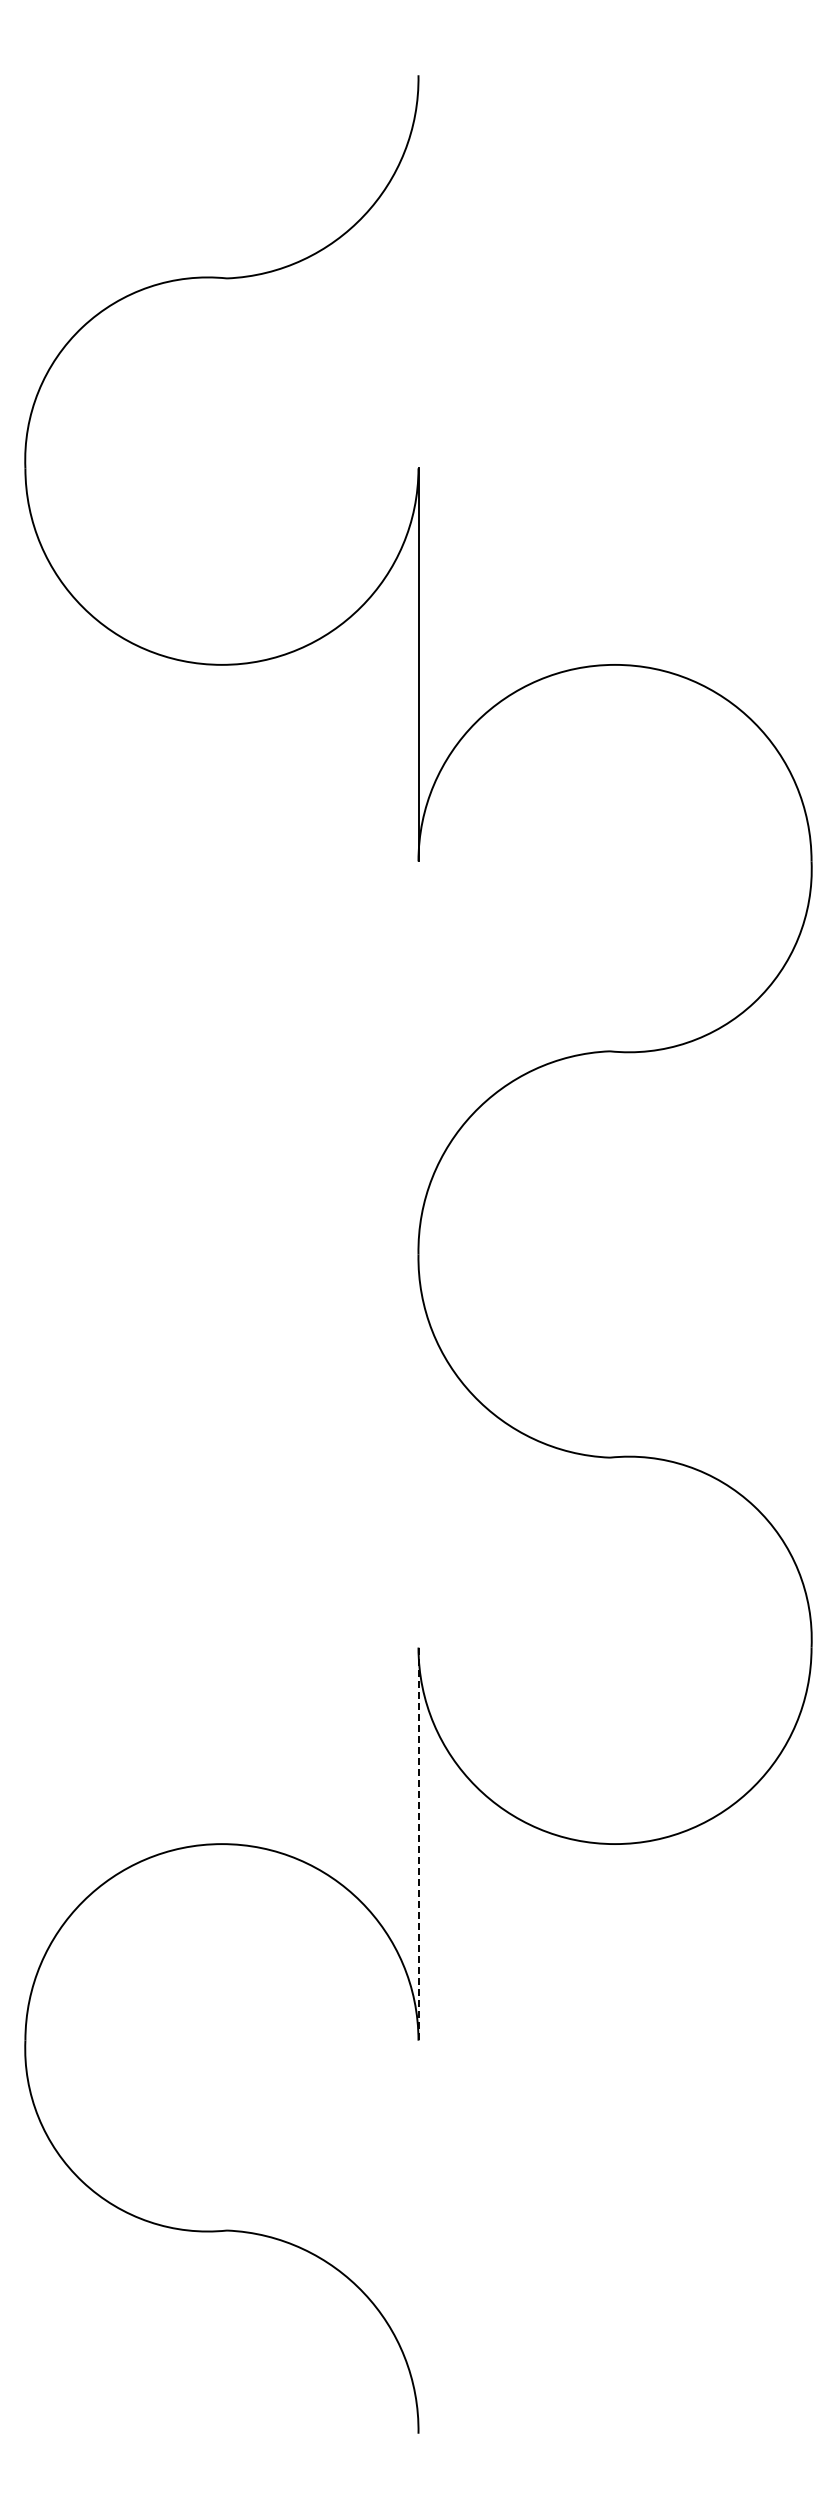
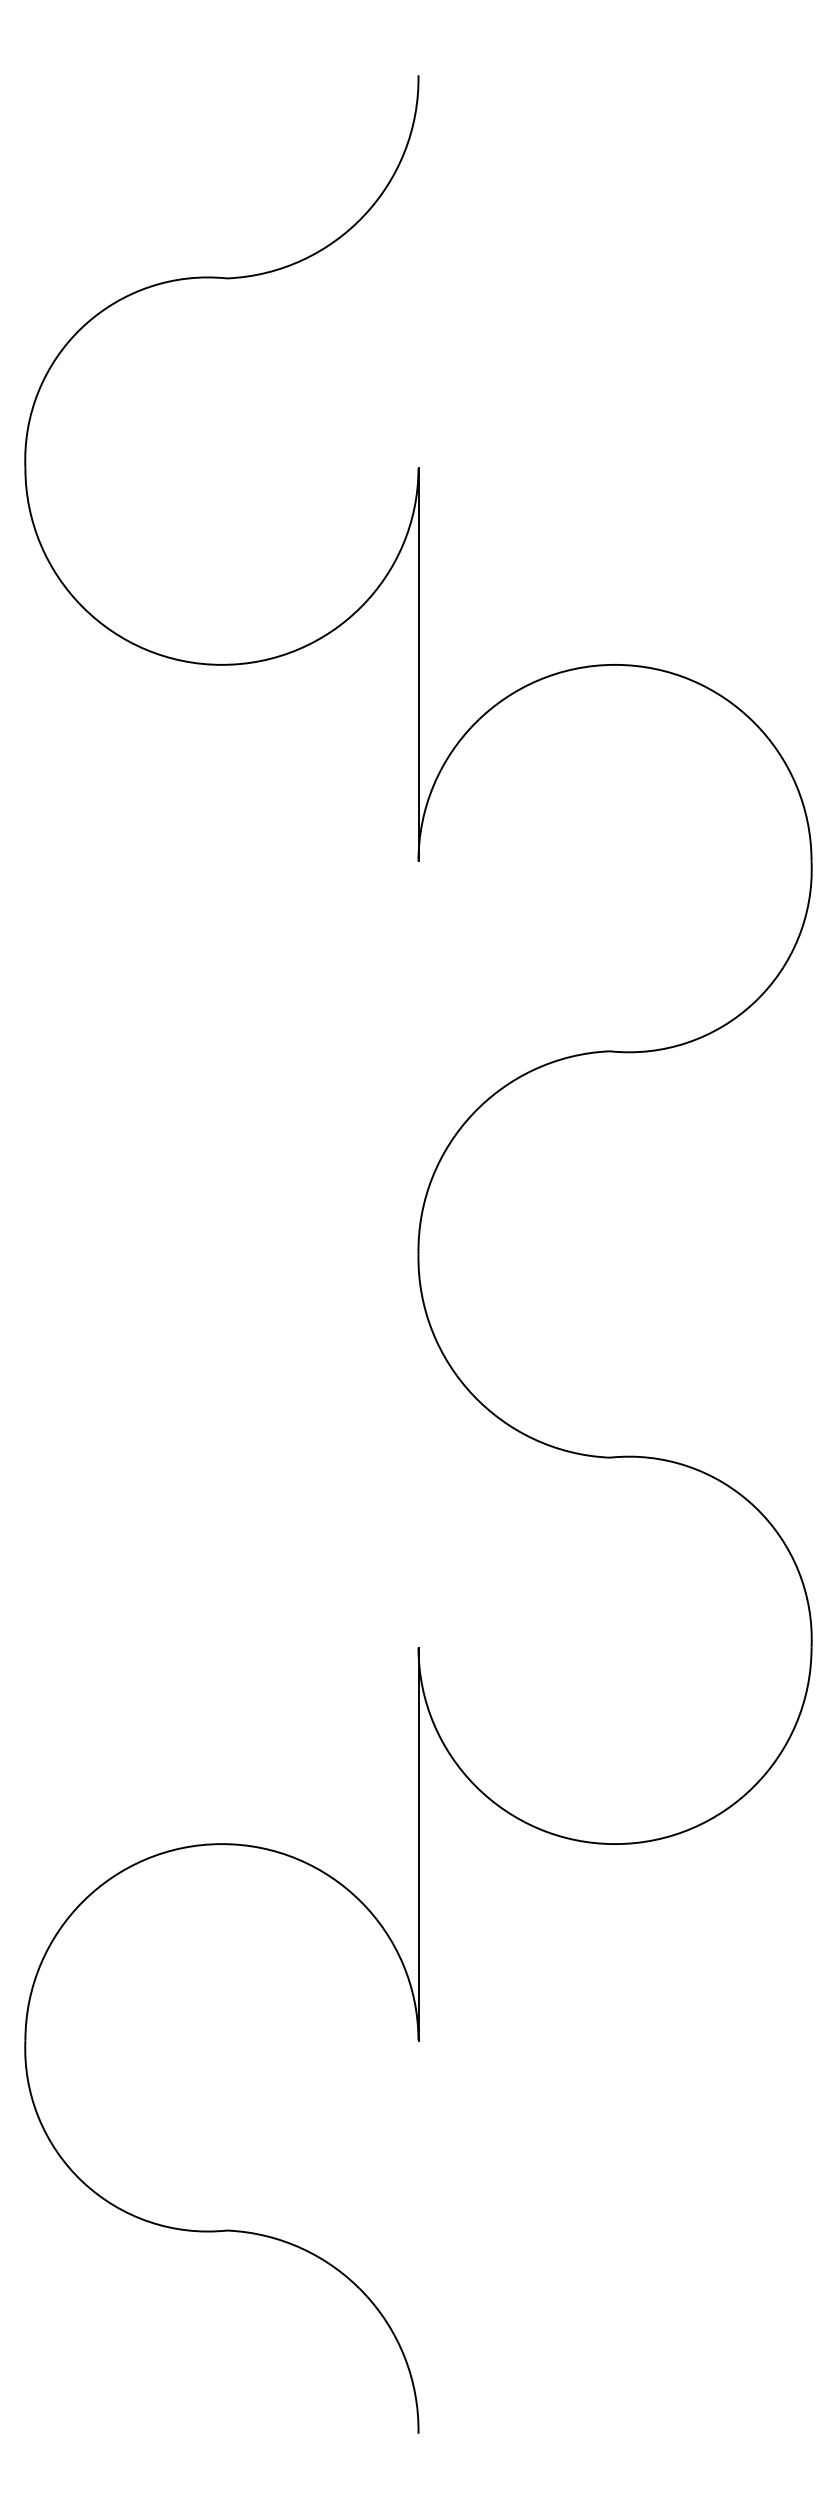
line at (418, 1844): dashed -> solid
